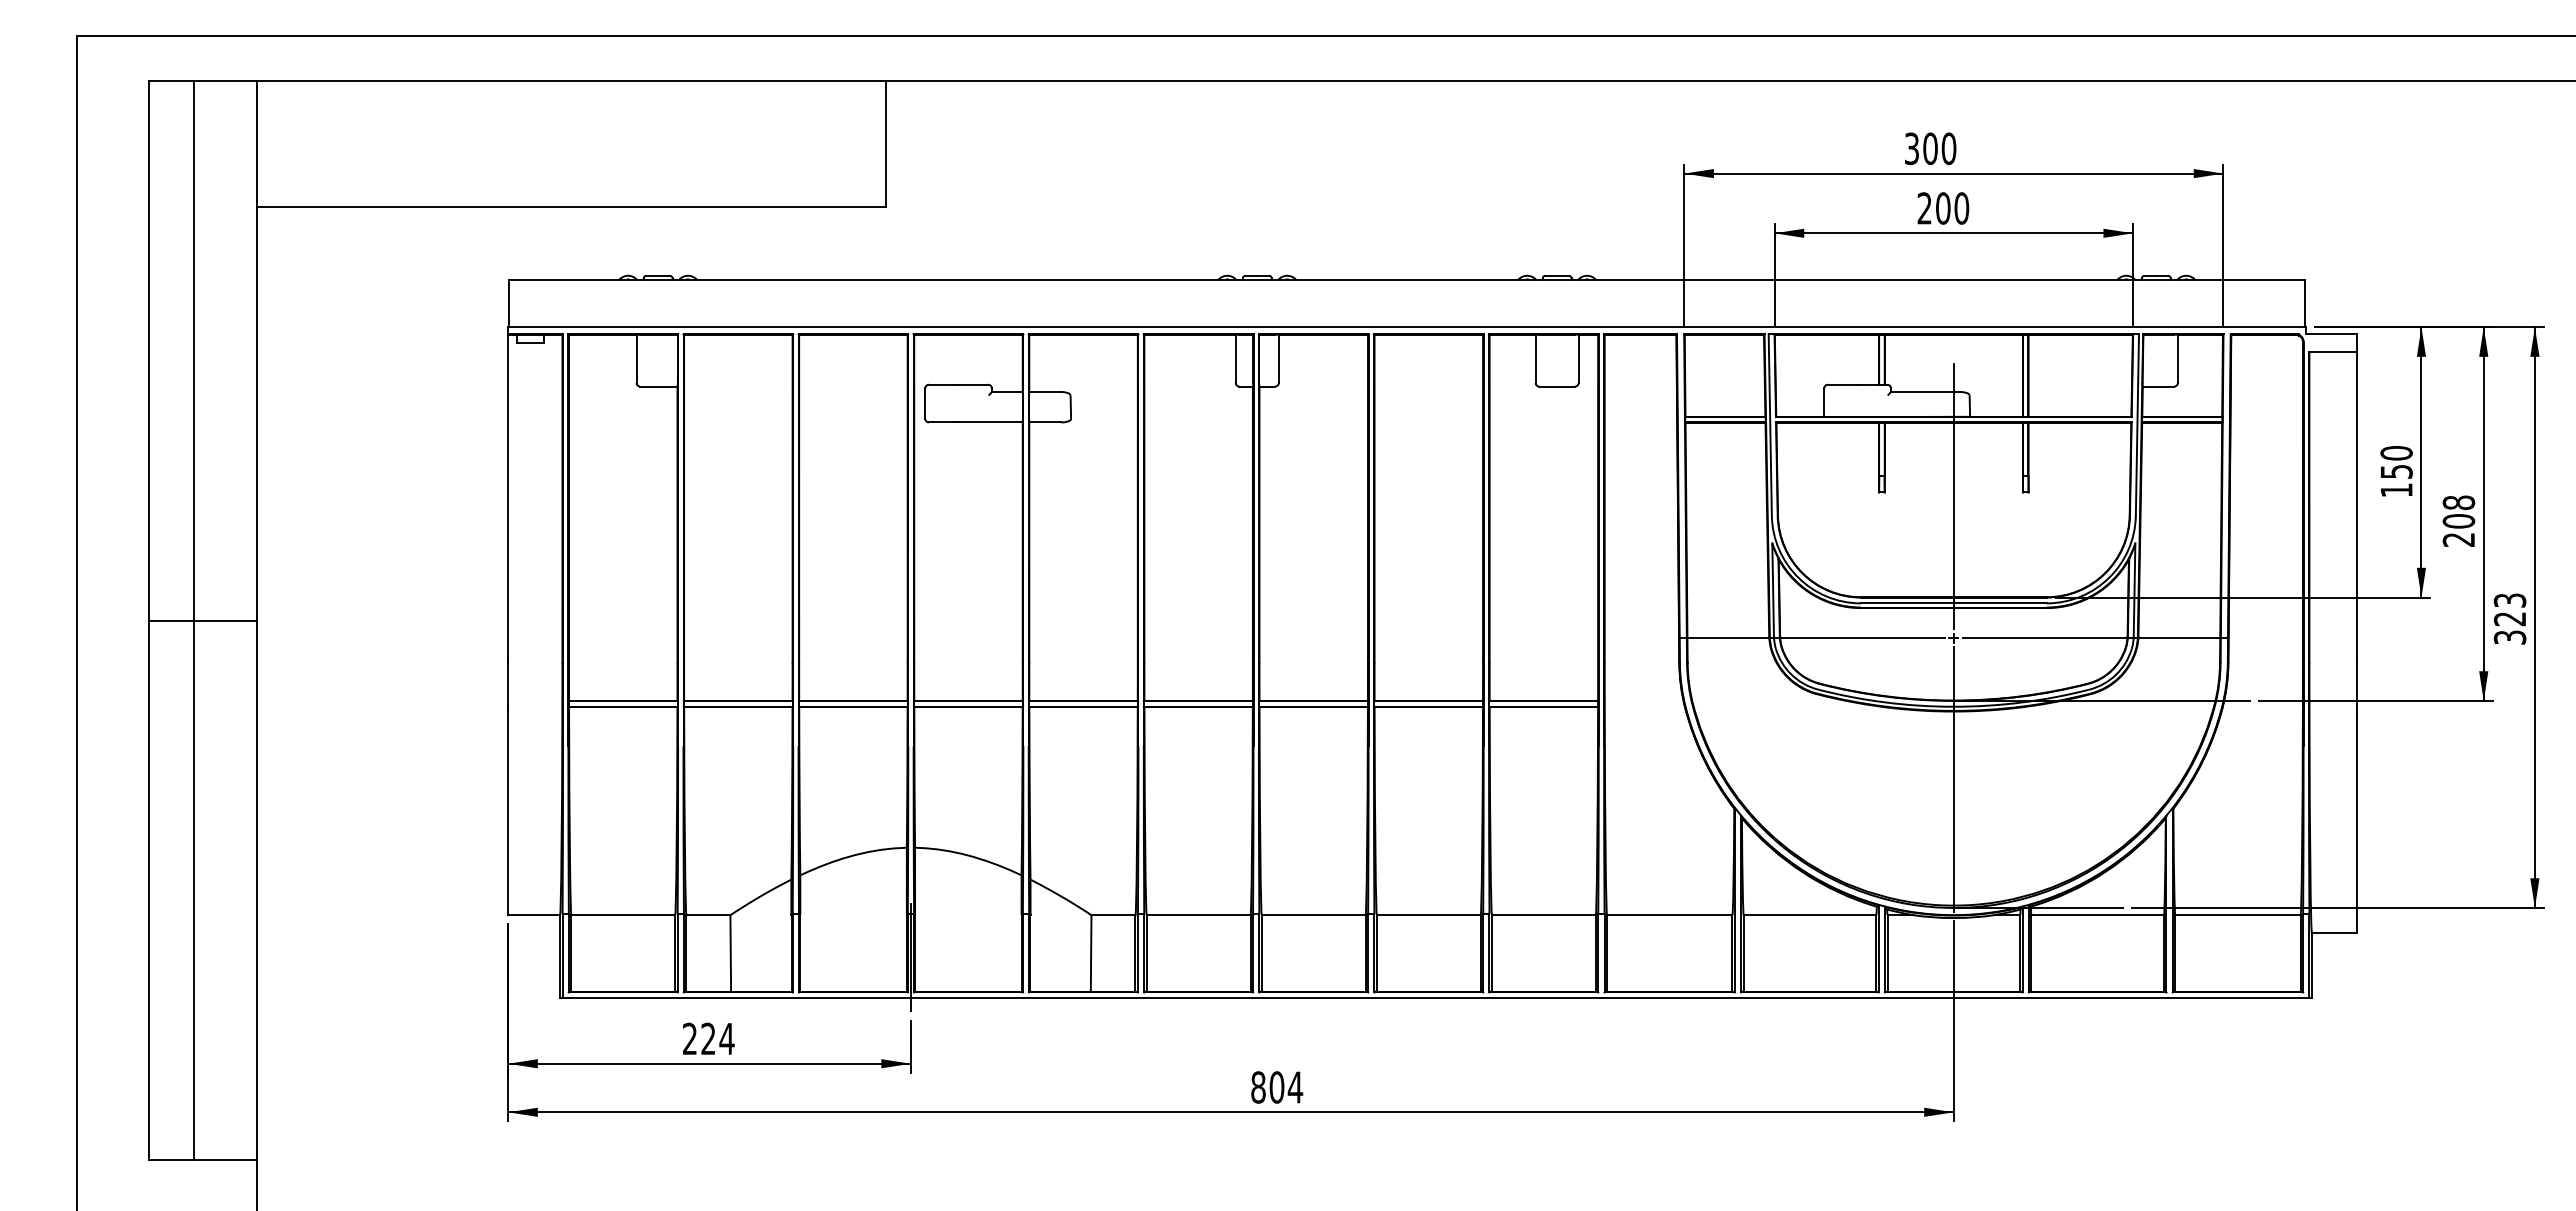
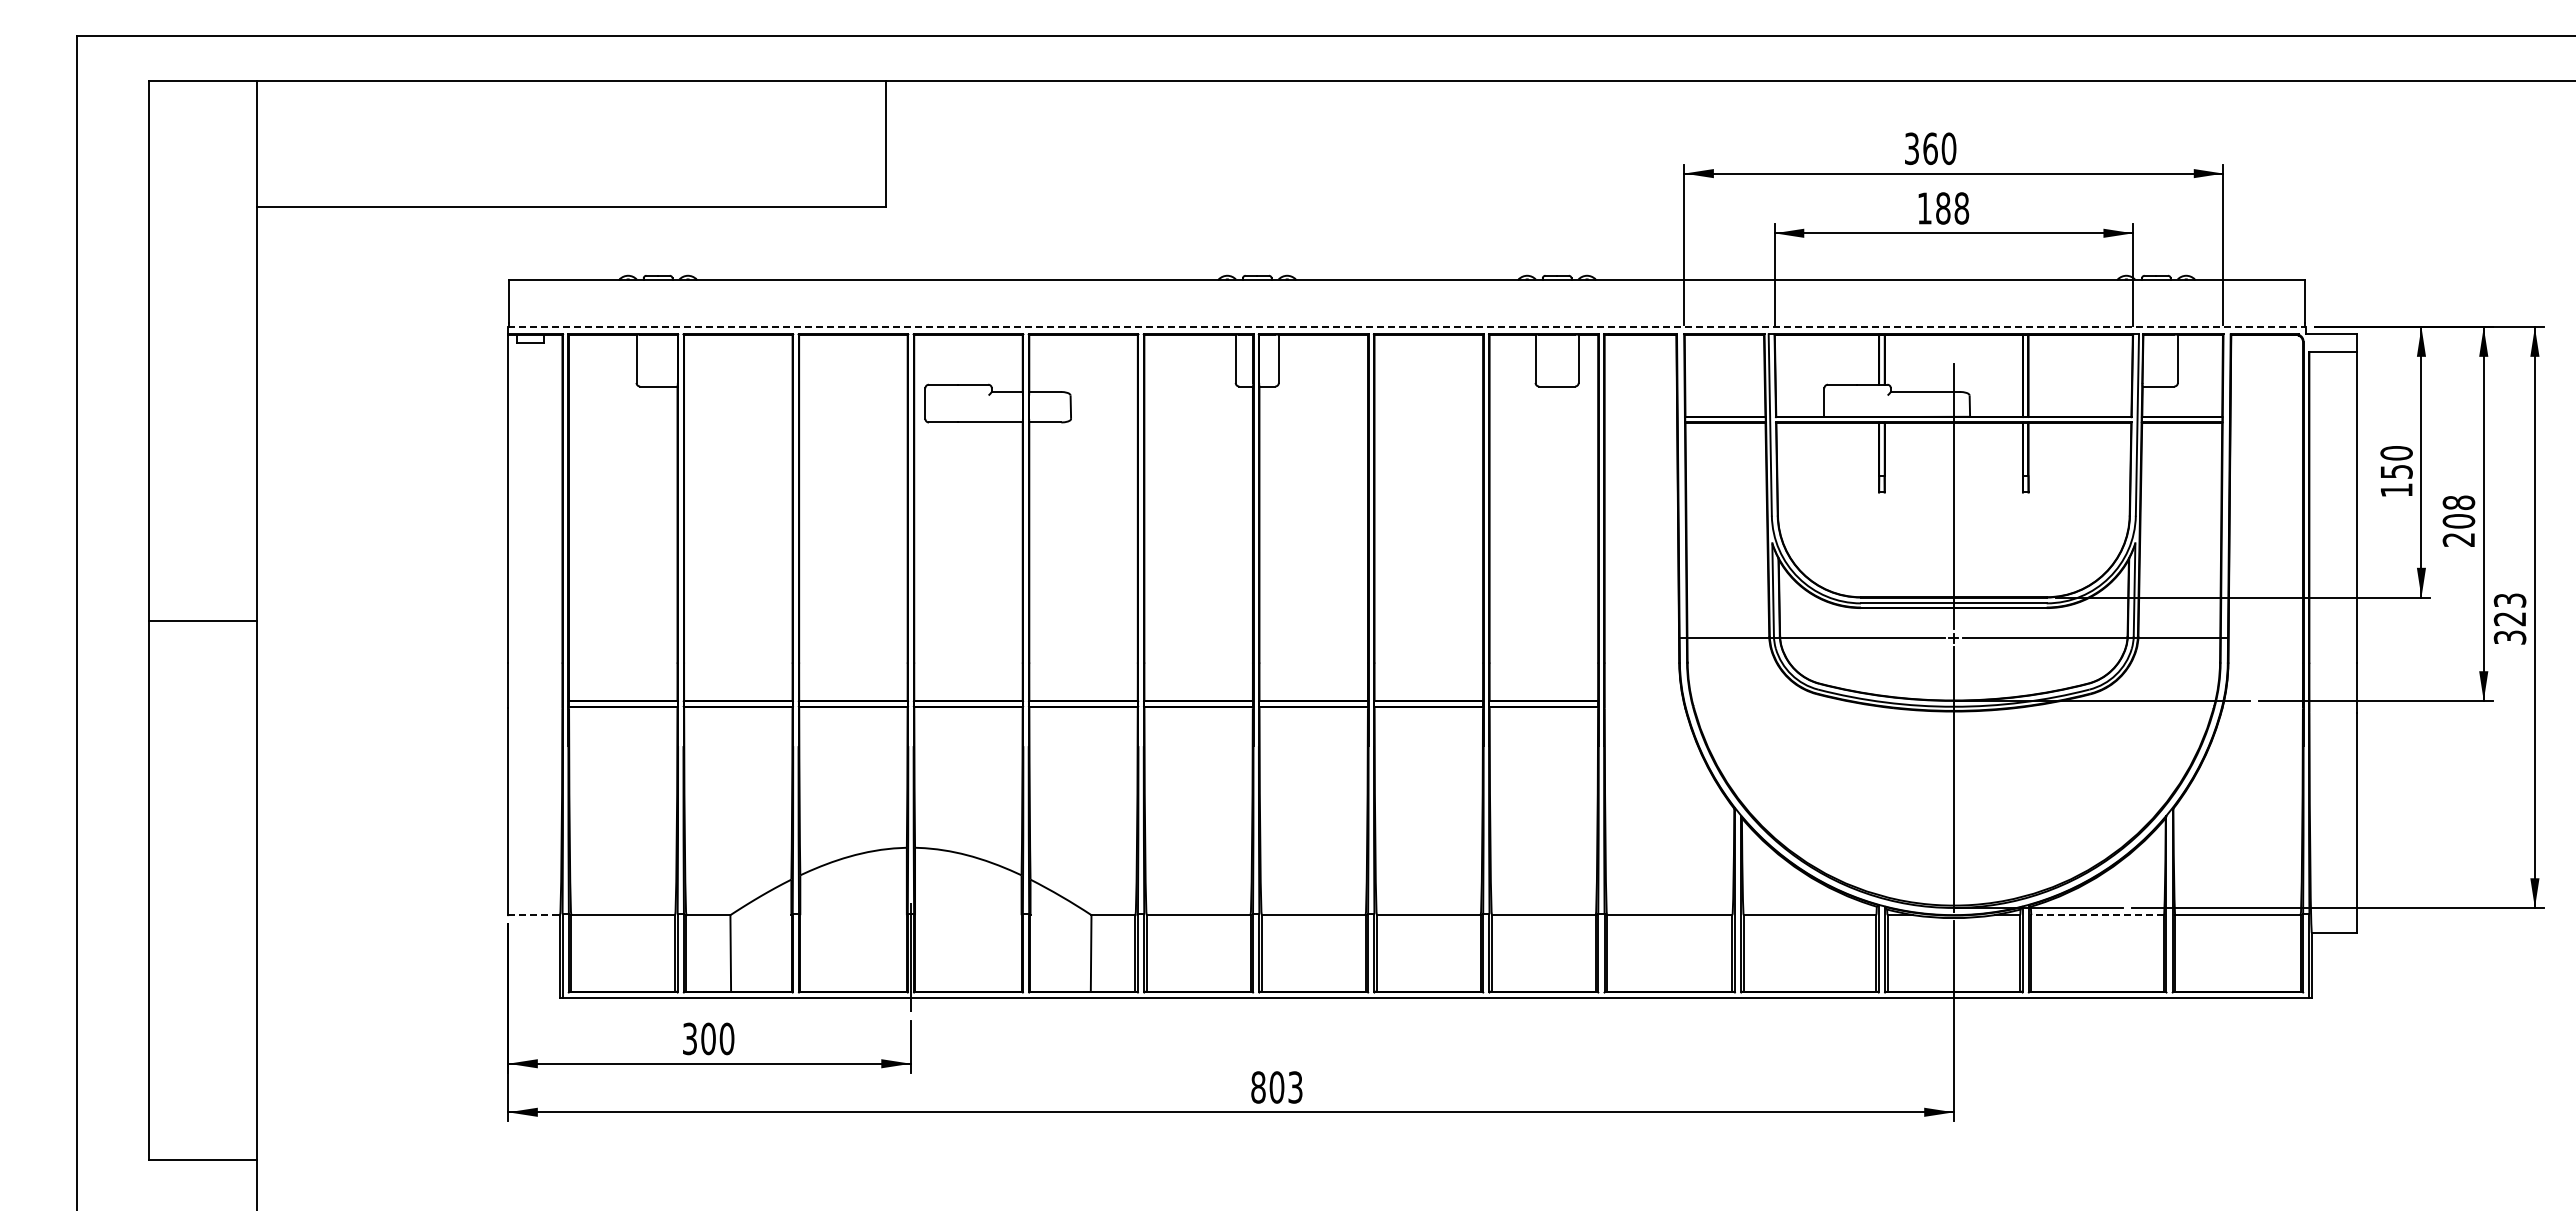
text at (1930, 148): 300 -> 360
text at (1943, 208): 200 -> 188
line at (1407, 327): solid -> dashed
line at (194, 620): present -> none
line at (534, 915): solid -> dashed
line at (2097, 915): solid -> dashed
text at (708, 1038): 224 -> 300
text at (1295, 1087): 804 -> 803
